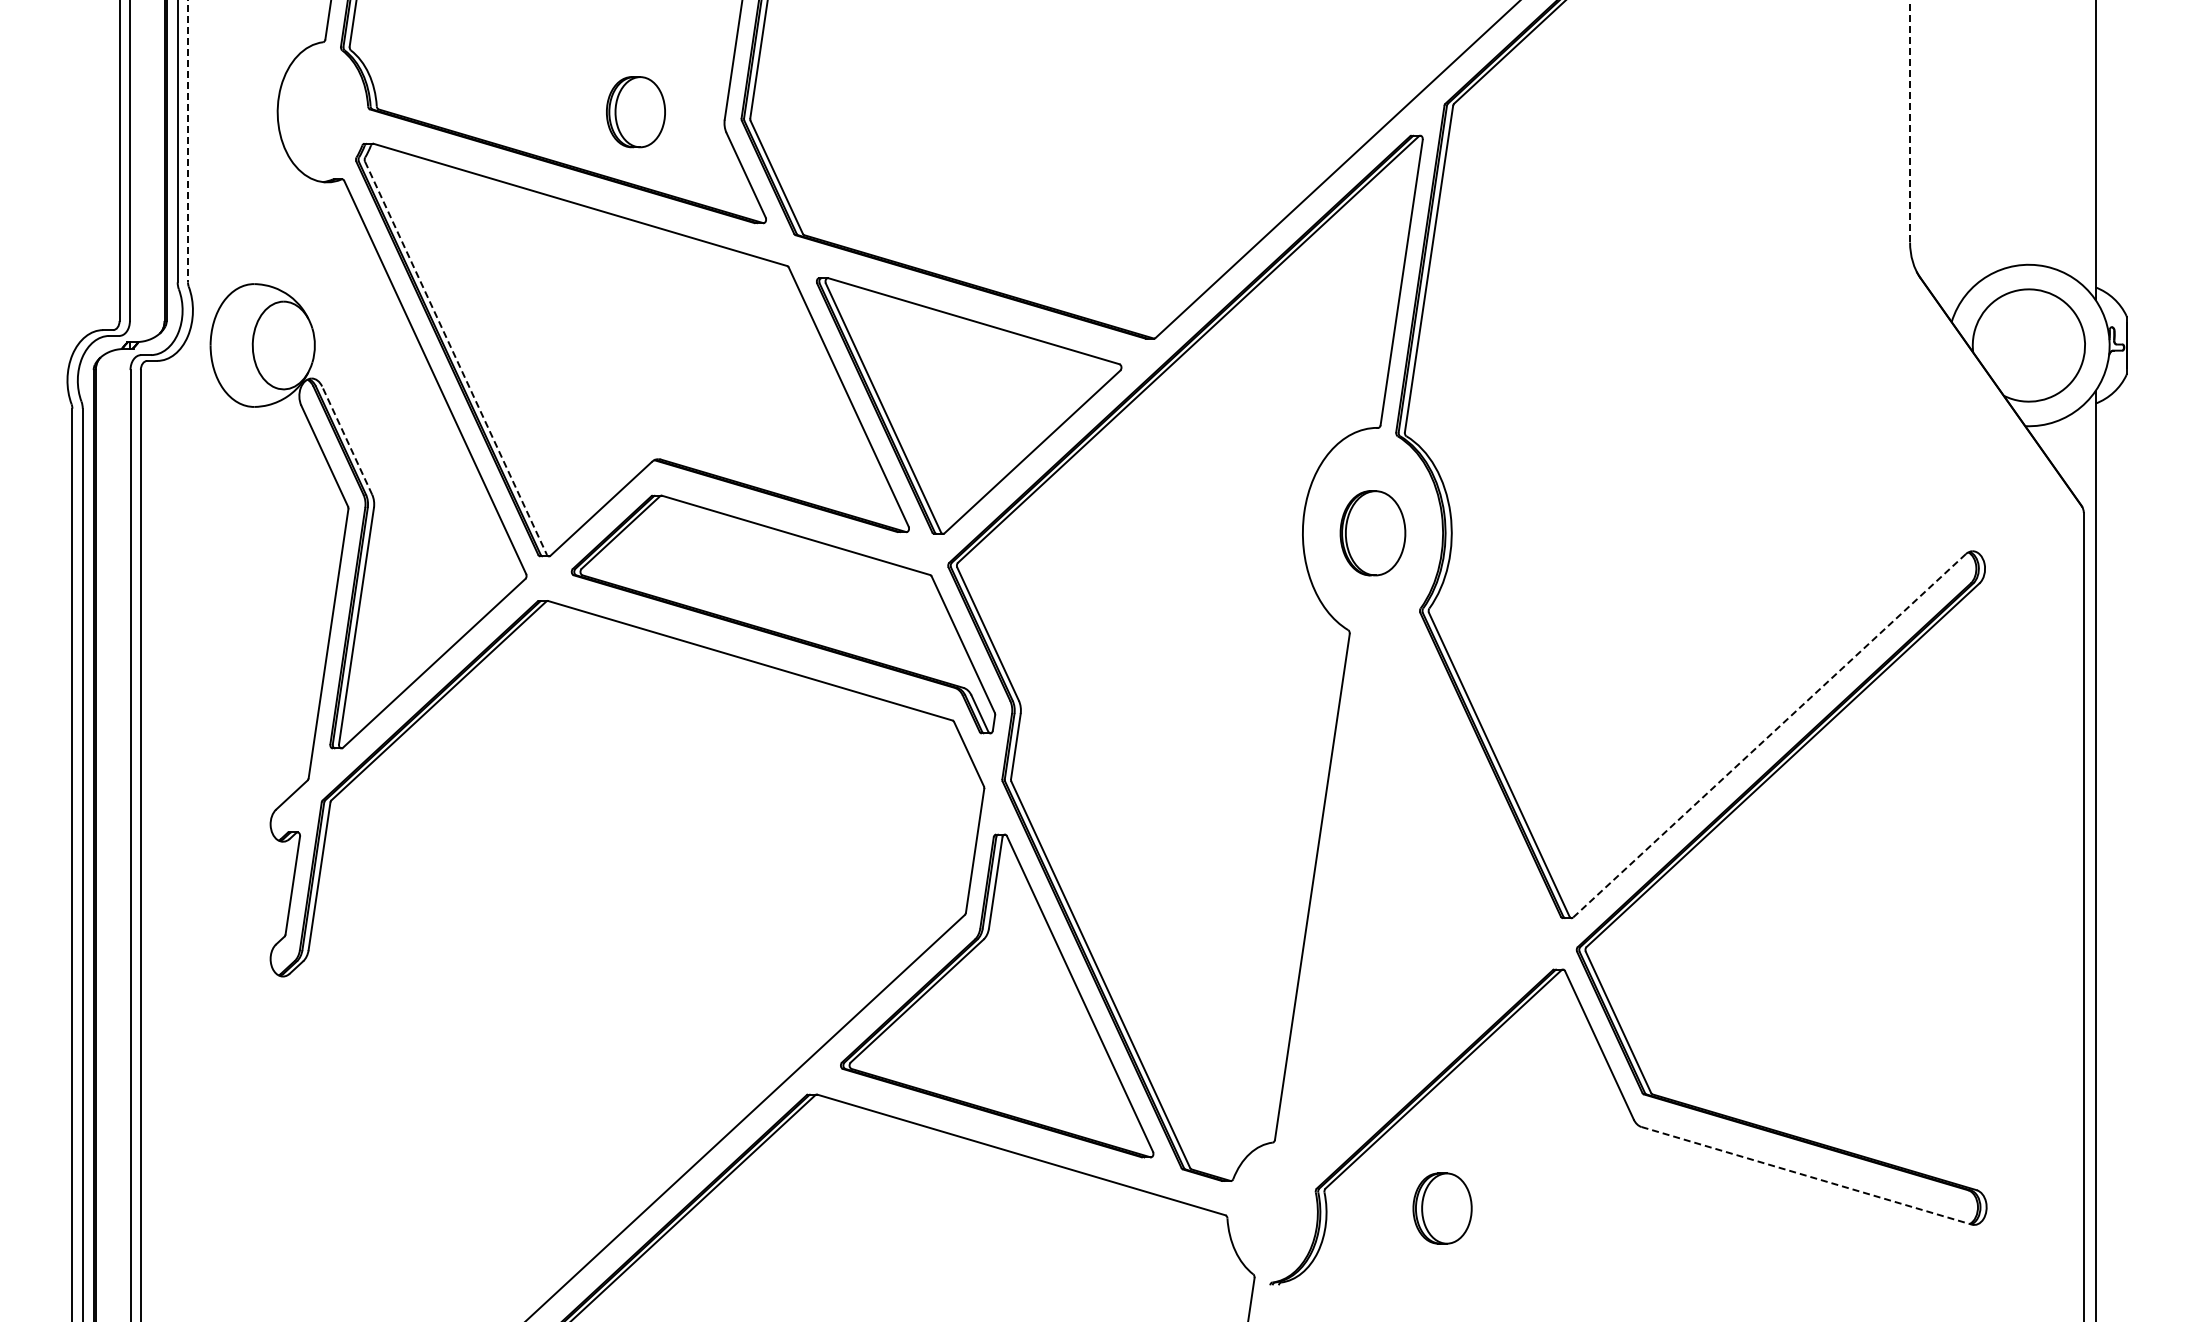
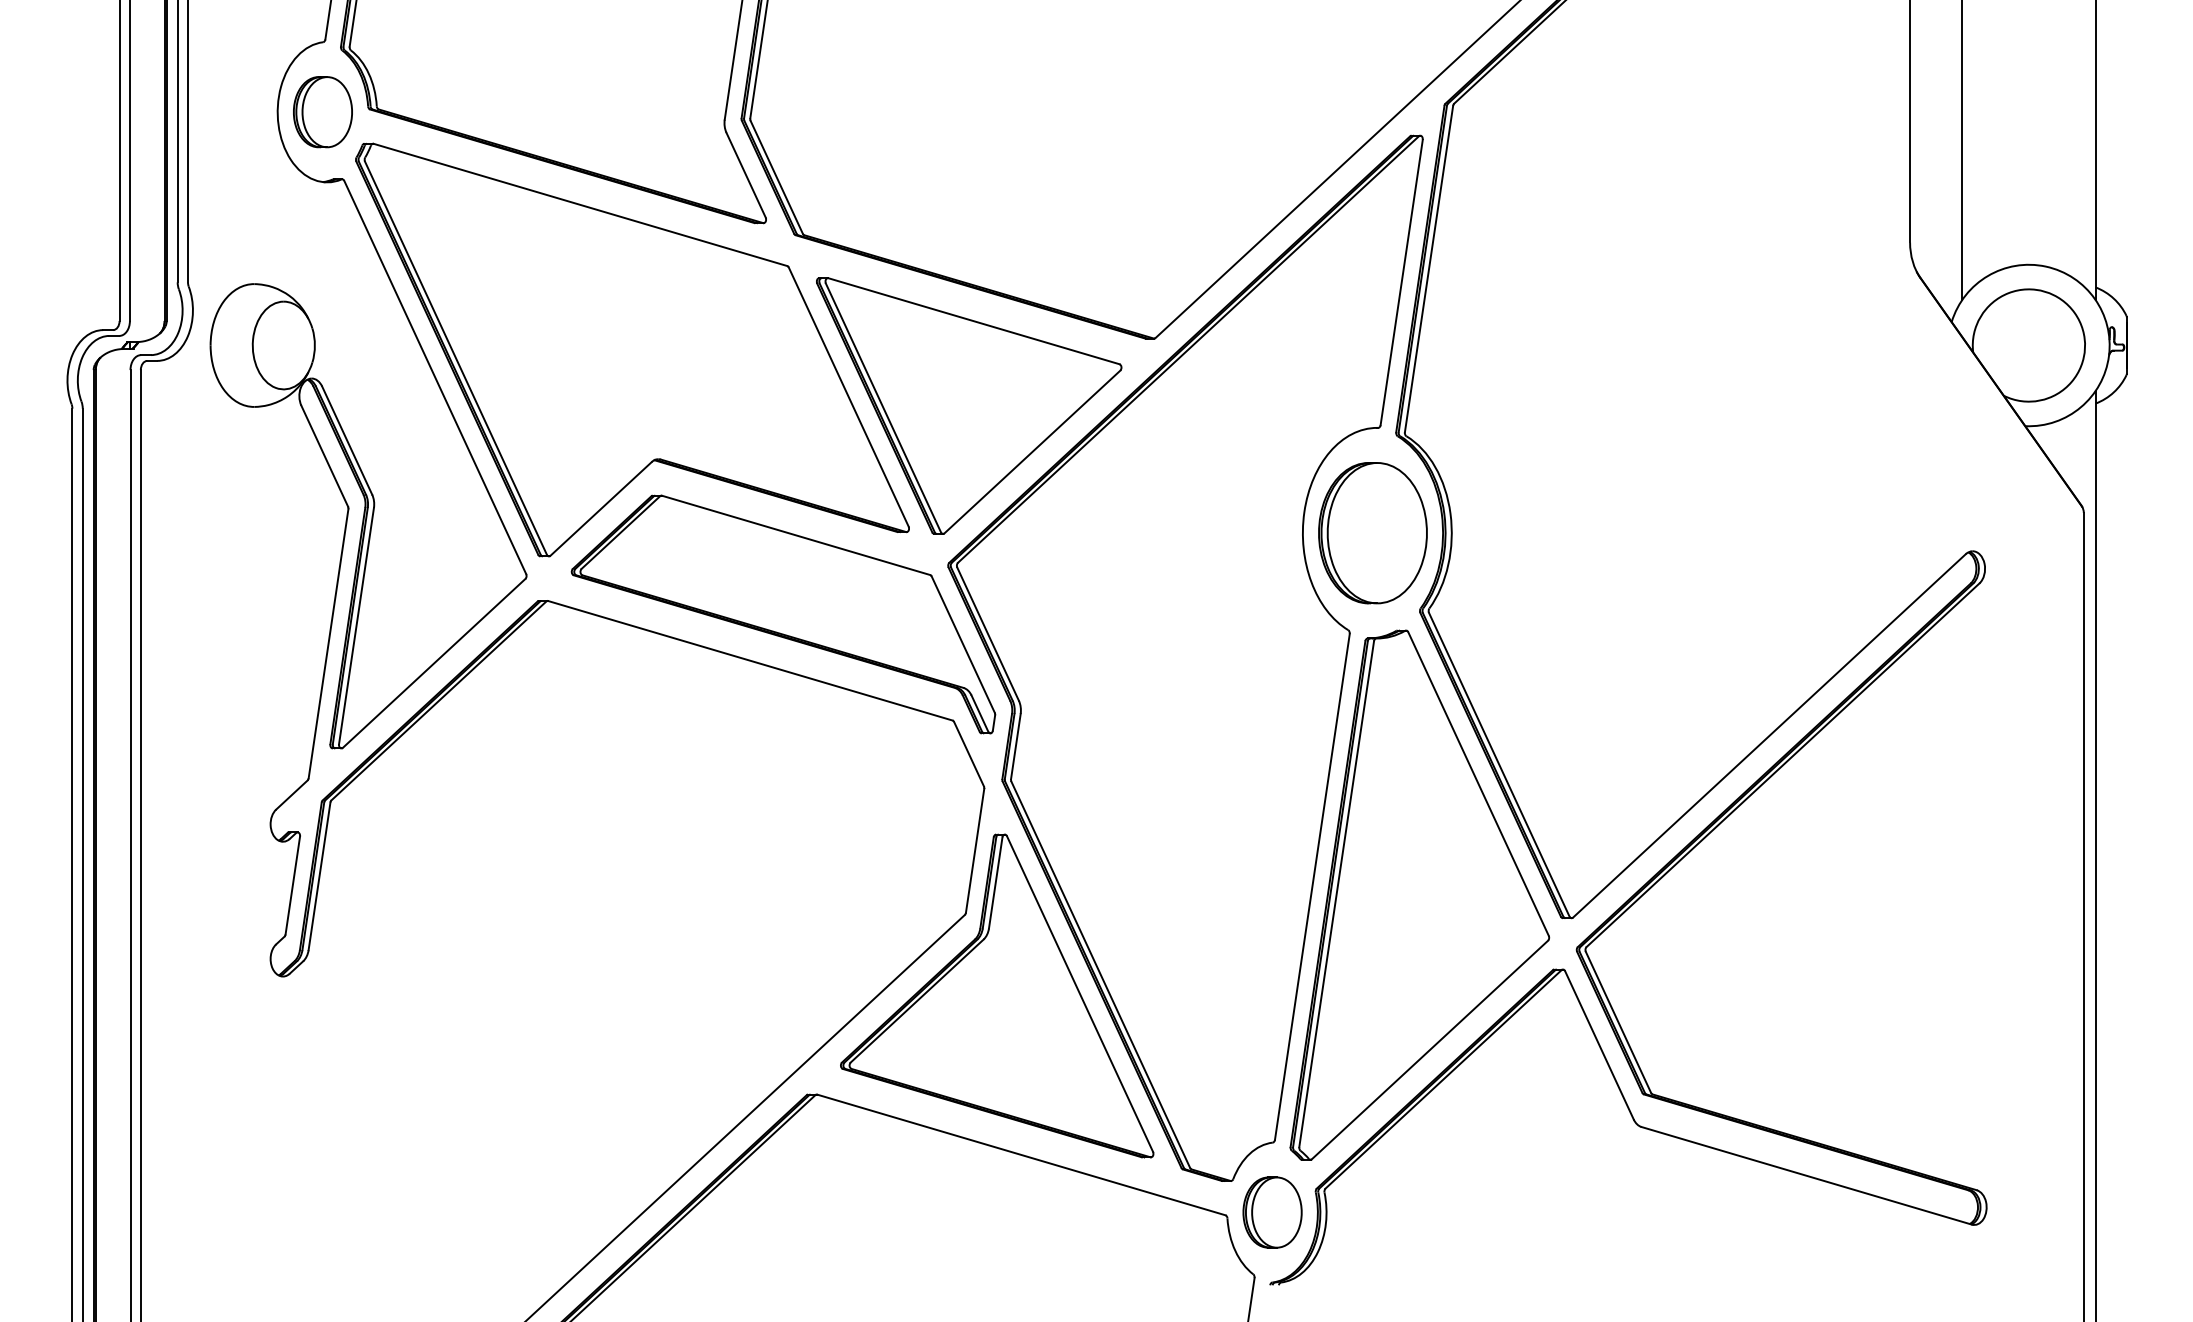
part at (635, 112) position: (635, 112) -> (322, 112)
line at (1910, 121): dashed -> solid
line at (187, 141): dashed -> solid
line at (1962, 151): none -> present
line at (456, 358): dashed -> solid
line at (347, 440): dashed -> solid
part at (1372, 533) size: 68x87 px -> 110x143 px
line at (1769, 735): dashed -> solid
part at (1419, 894): none -> present
line at (1807, 1175): dashed -> solid
part at (1442, 1208) position: (1442, 1208) -> (1272, 1212)
